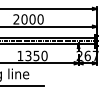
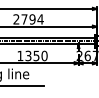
text at (32, 19): 2000 -> 2794
